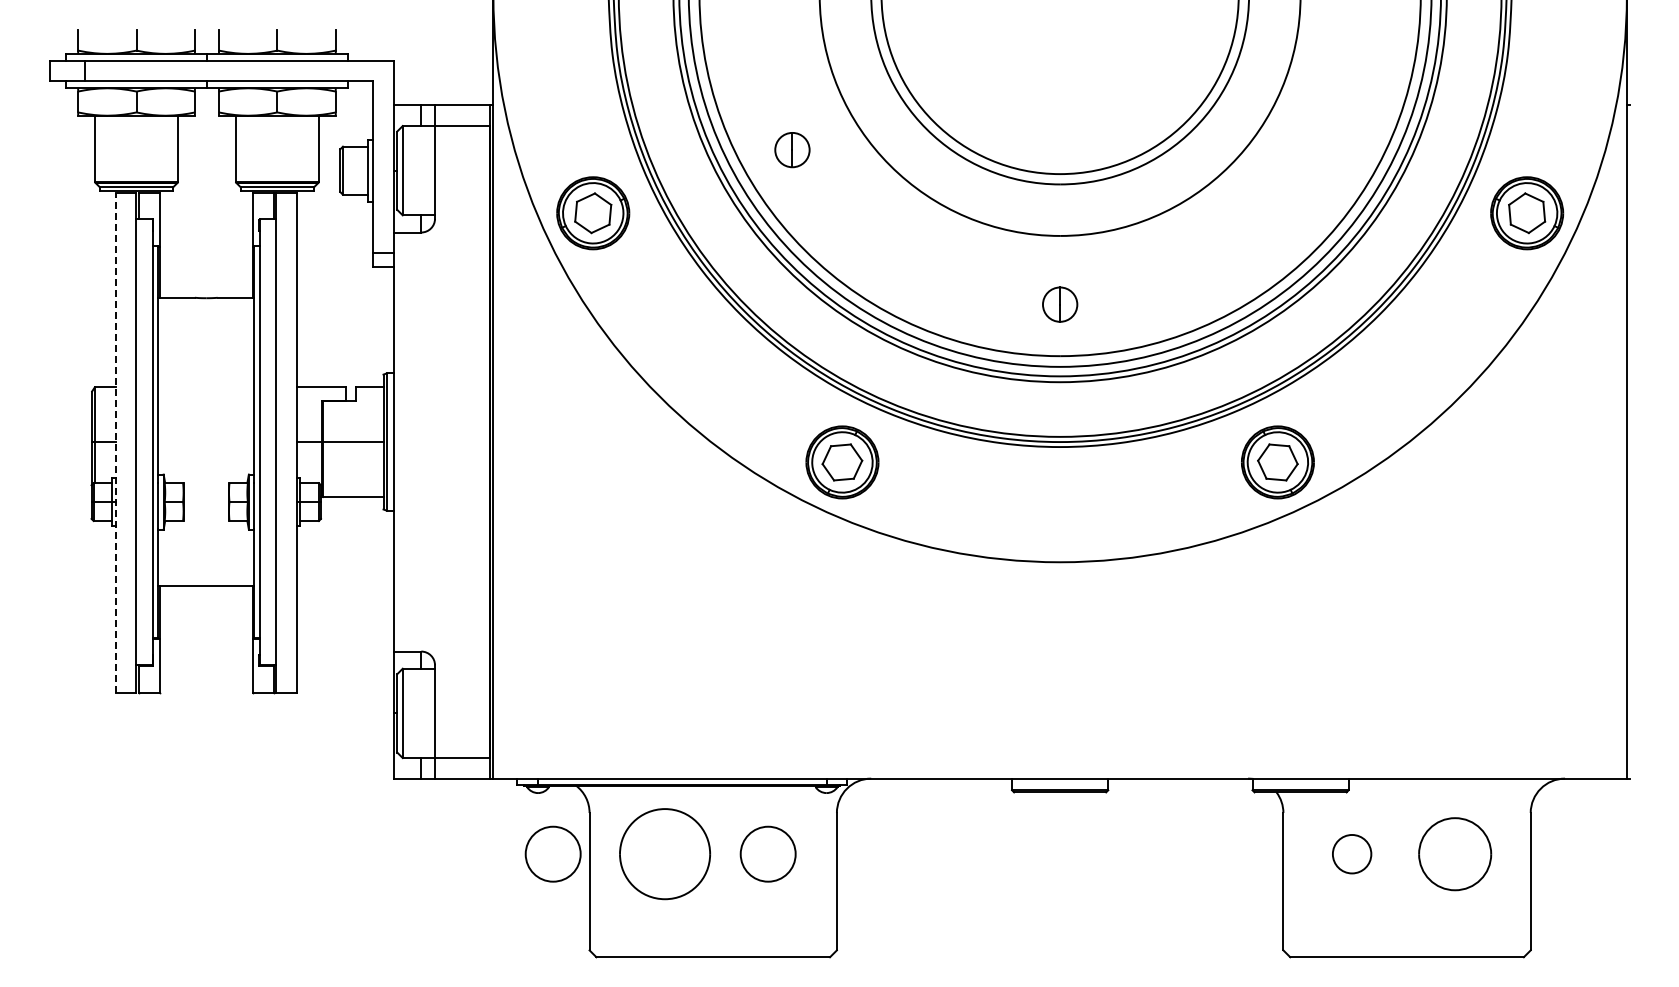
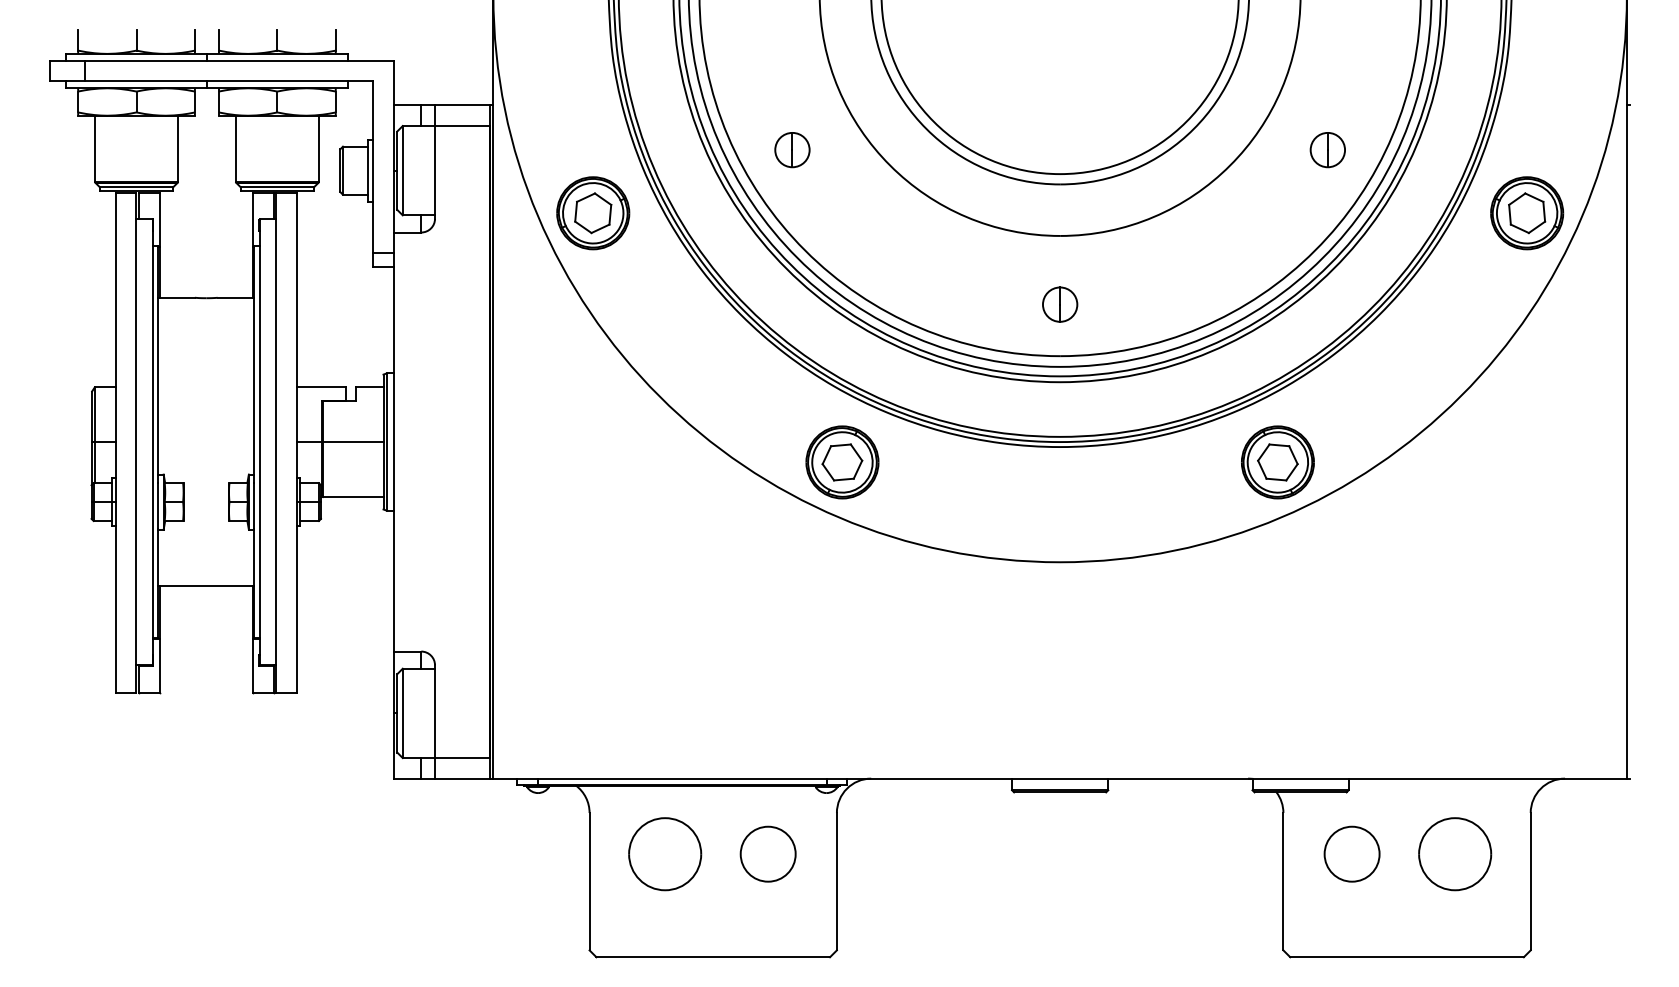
part at (1327, 150): none -> present
line at (115, 442): dashed -> solid
circle at (552, 853): present -> none
circle at (1351, 853) diameter: 38 px -> 55 px
part at (665, 854) size: 93x93 px -> 75x75 px
